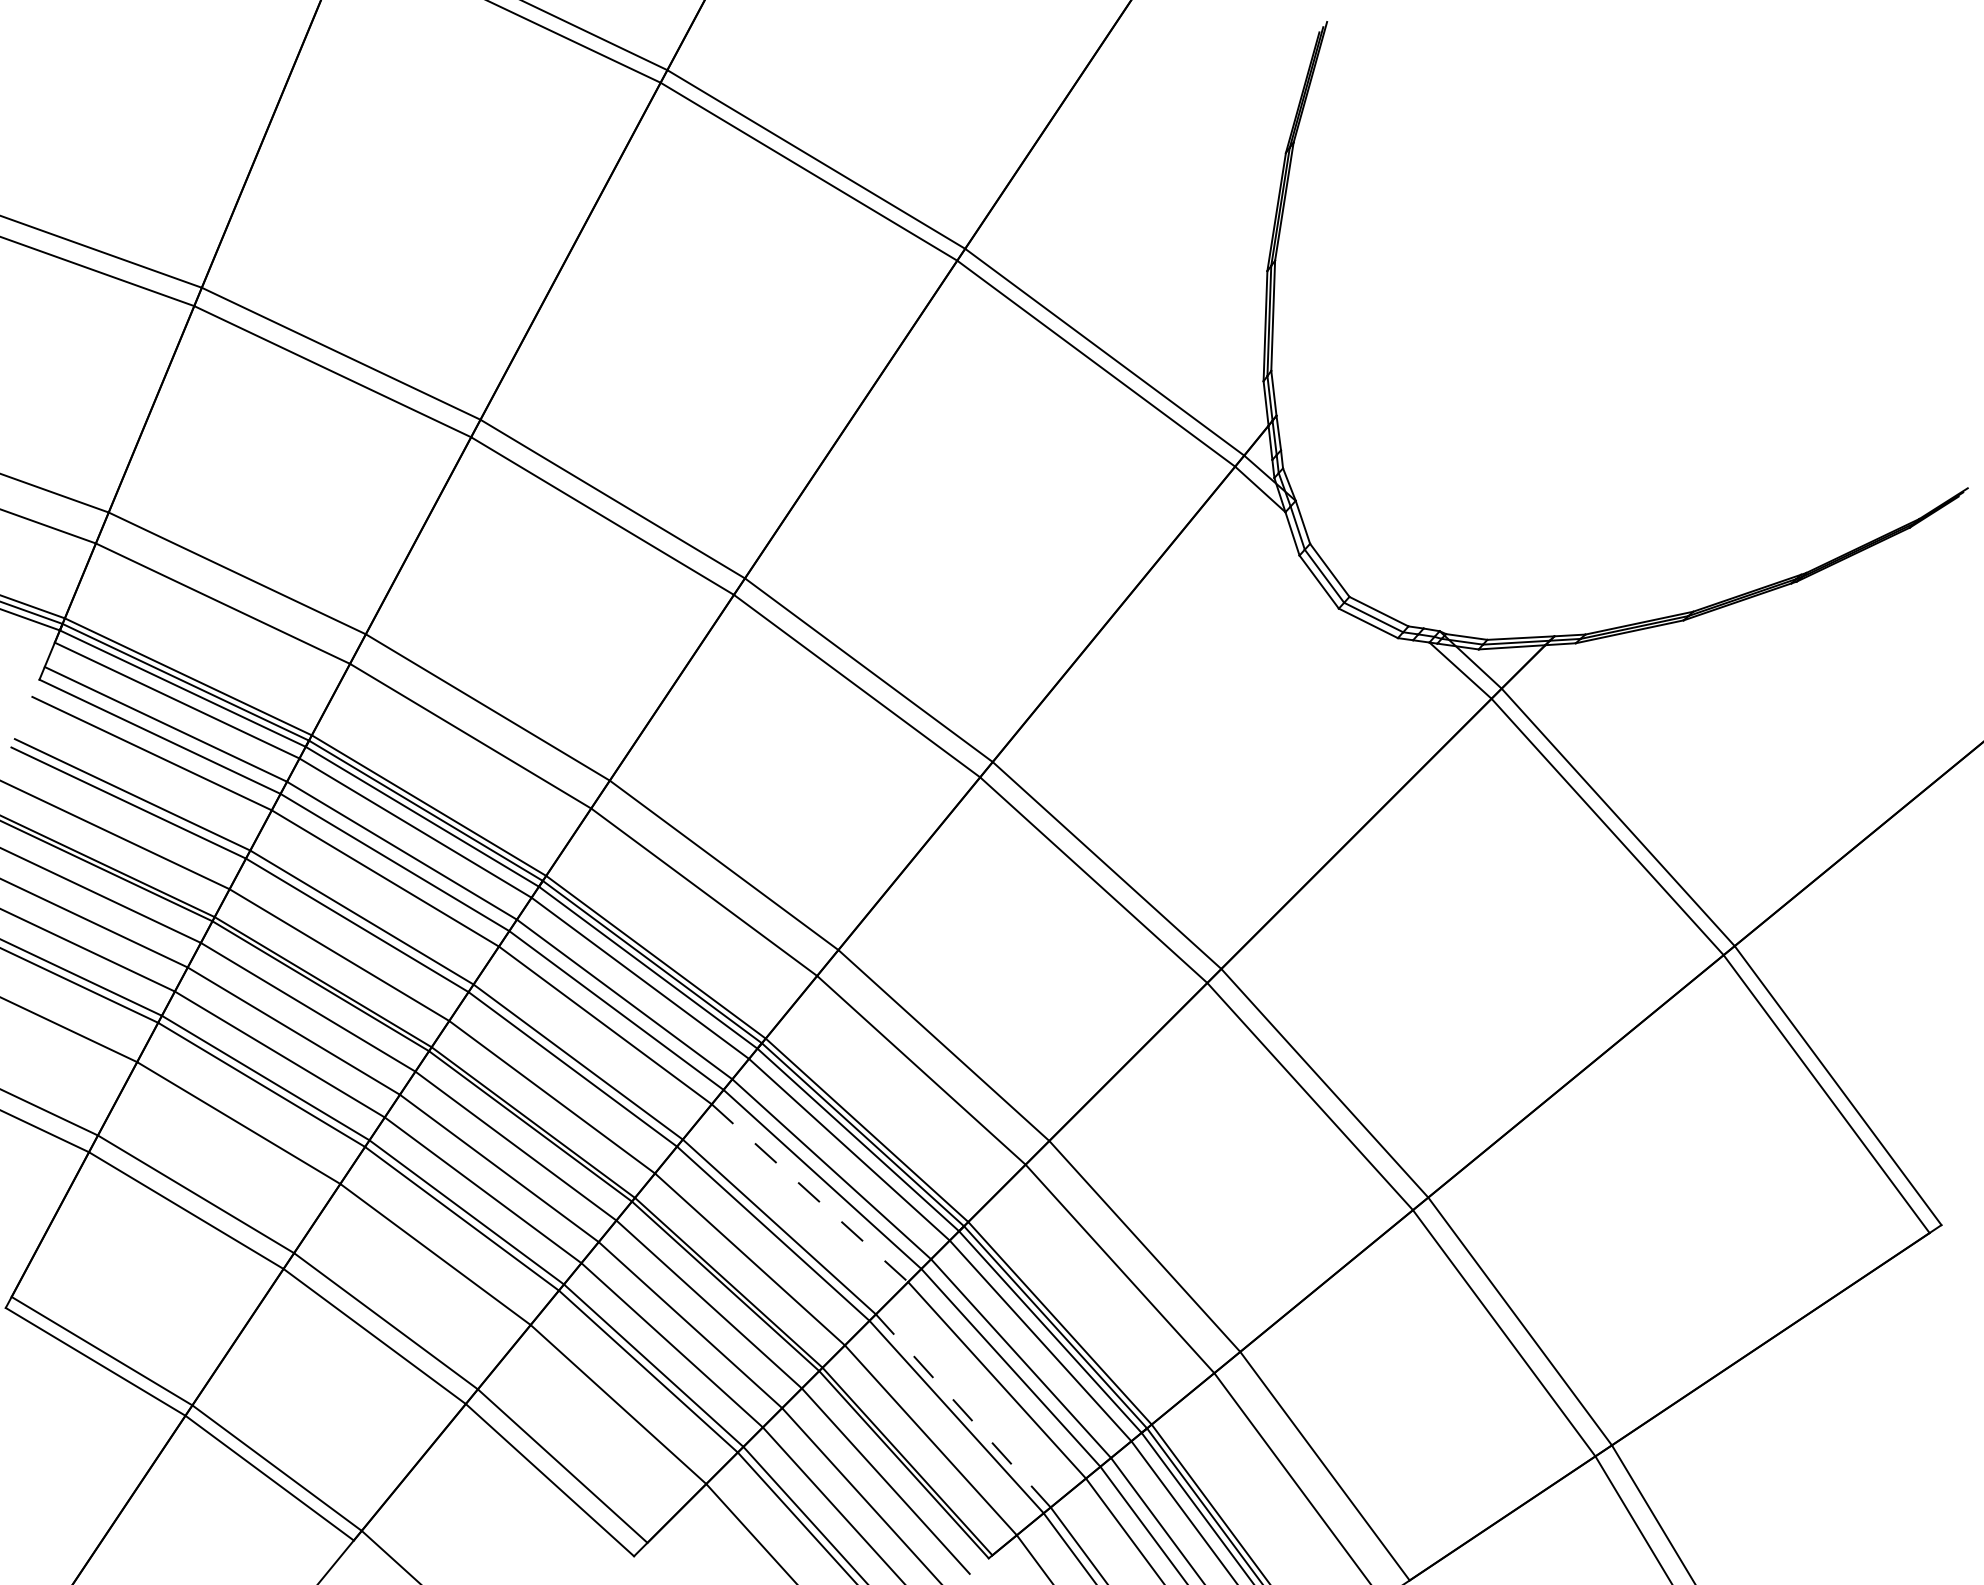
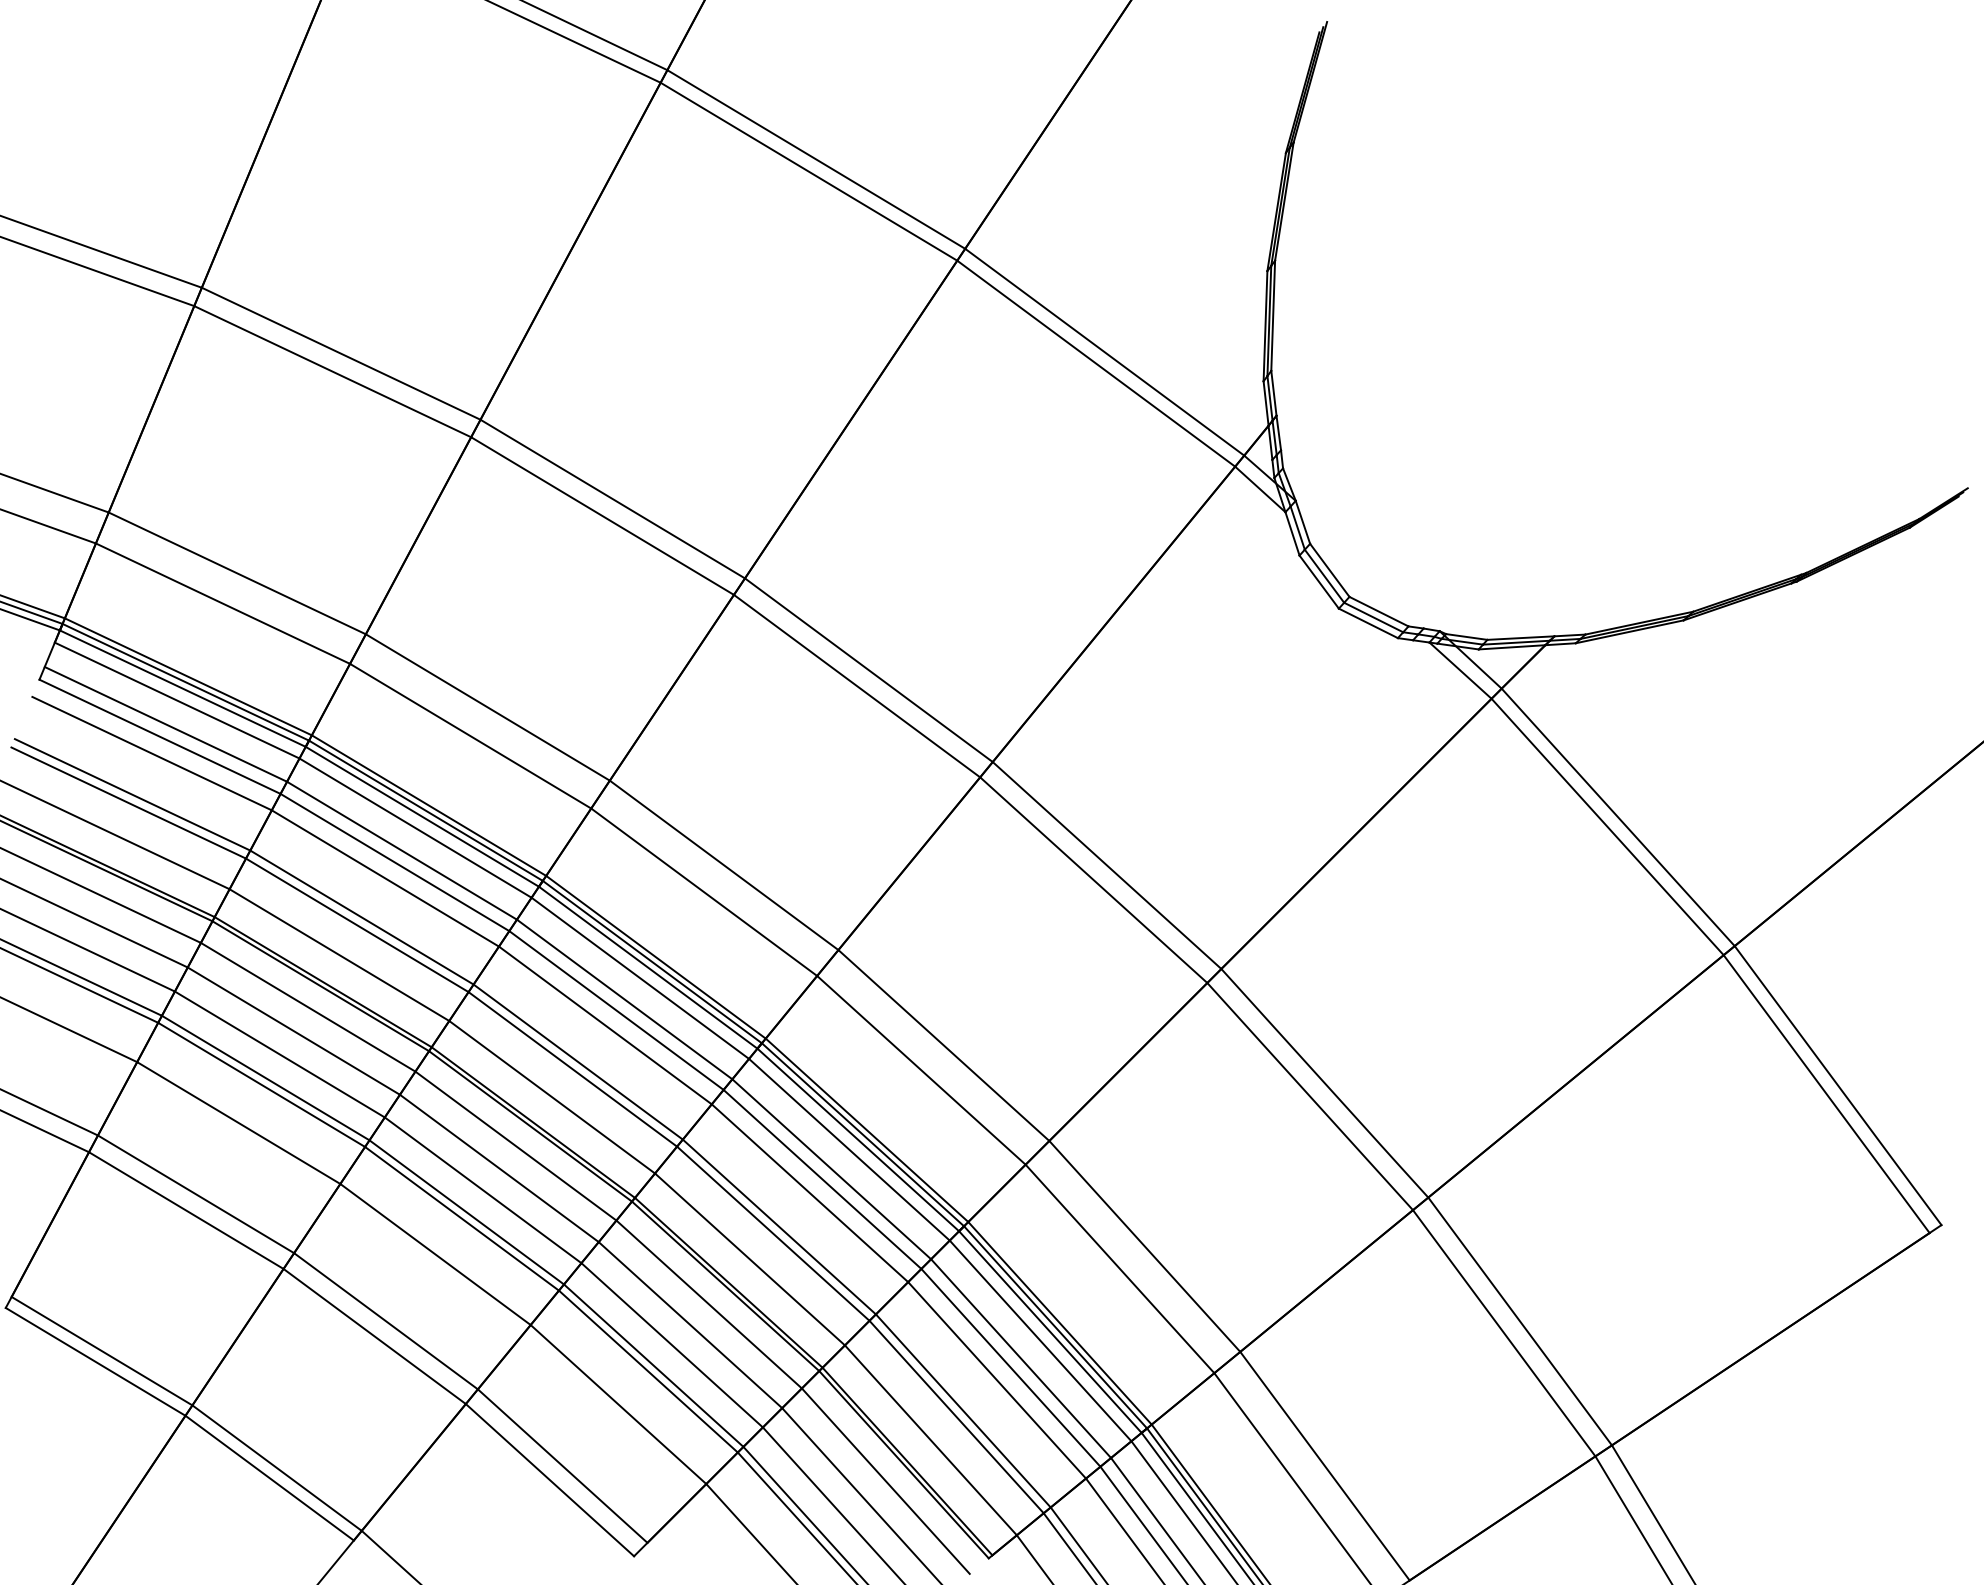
line at (810, 1193): dashed -> solid
line at (963, 1410): dashed -> solid
